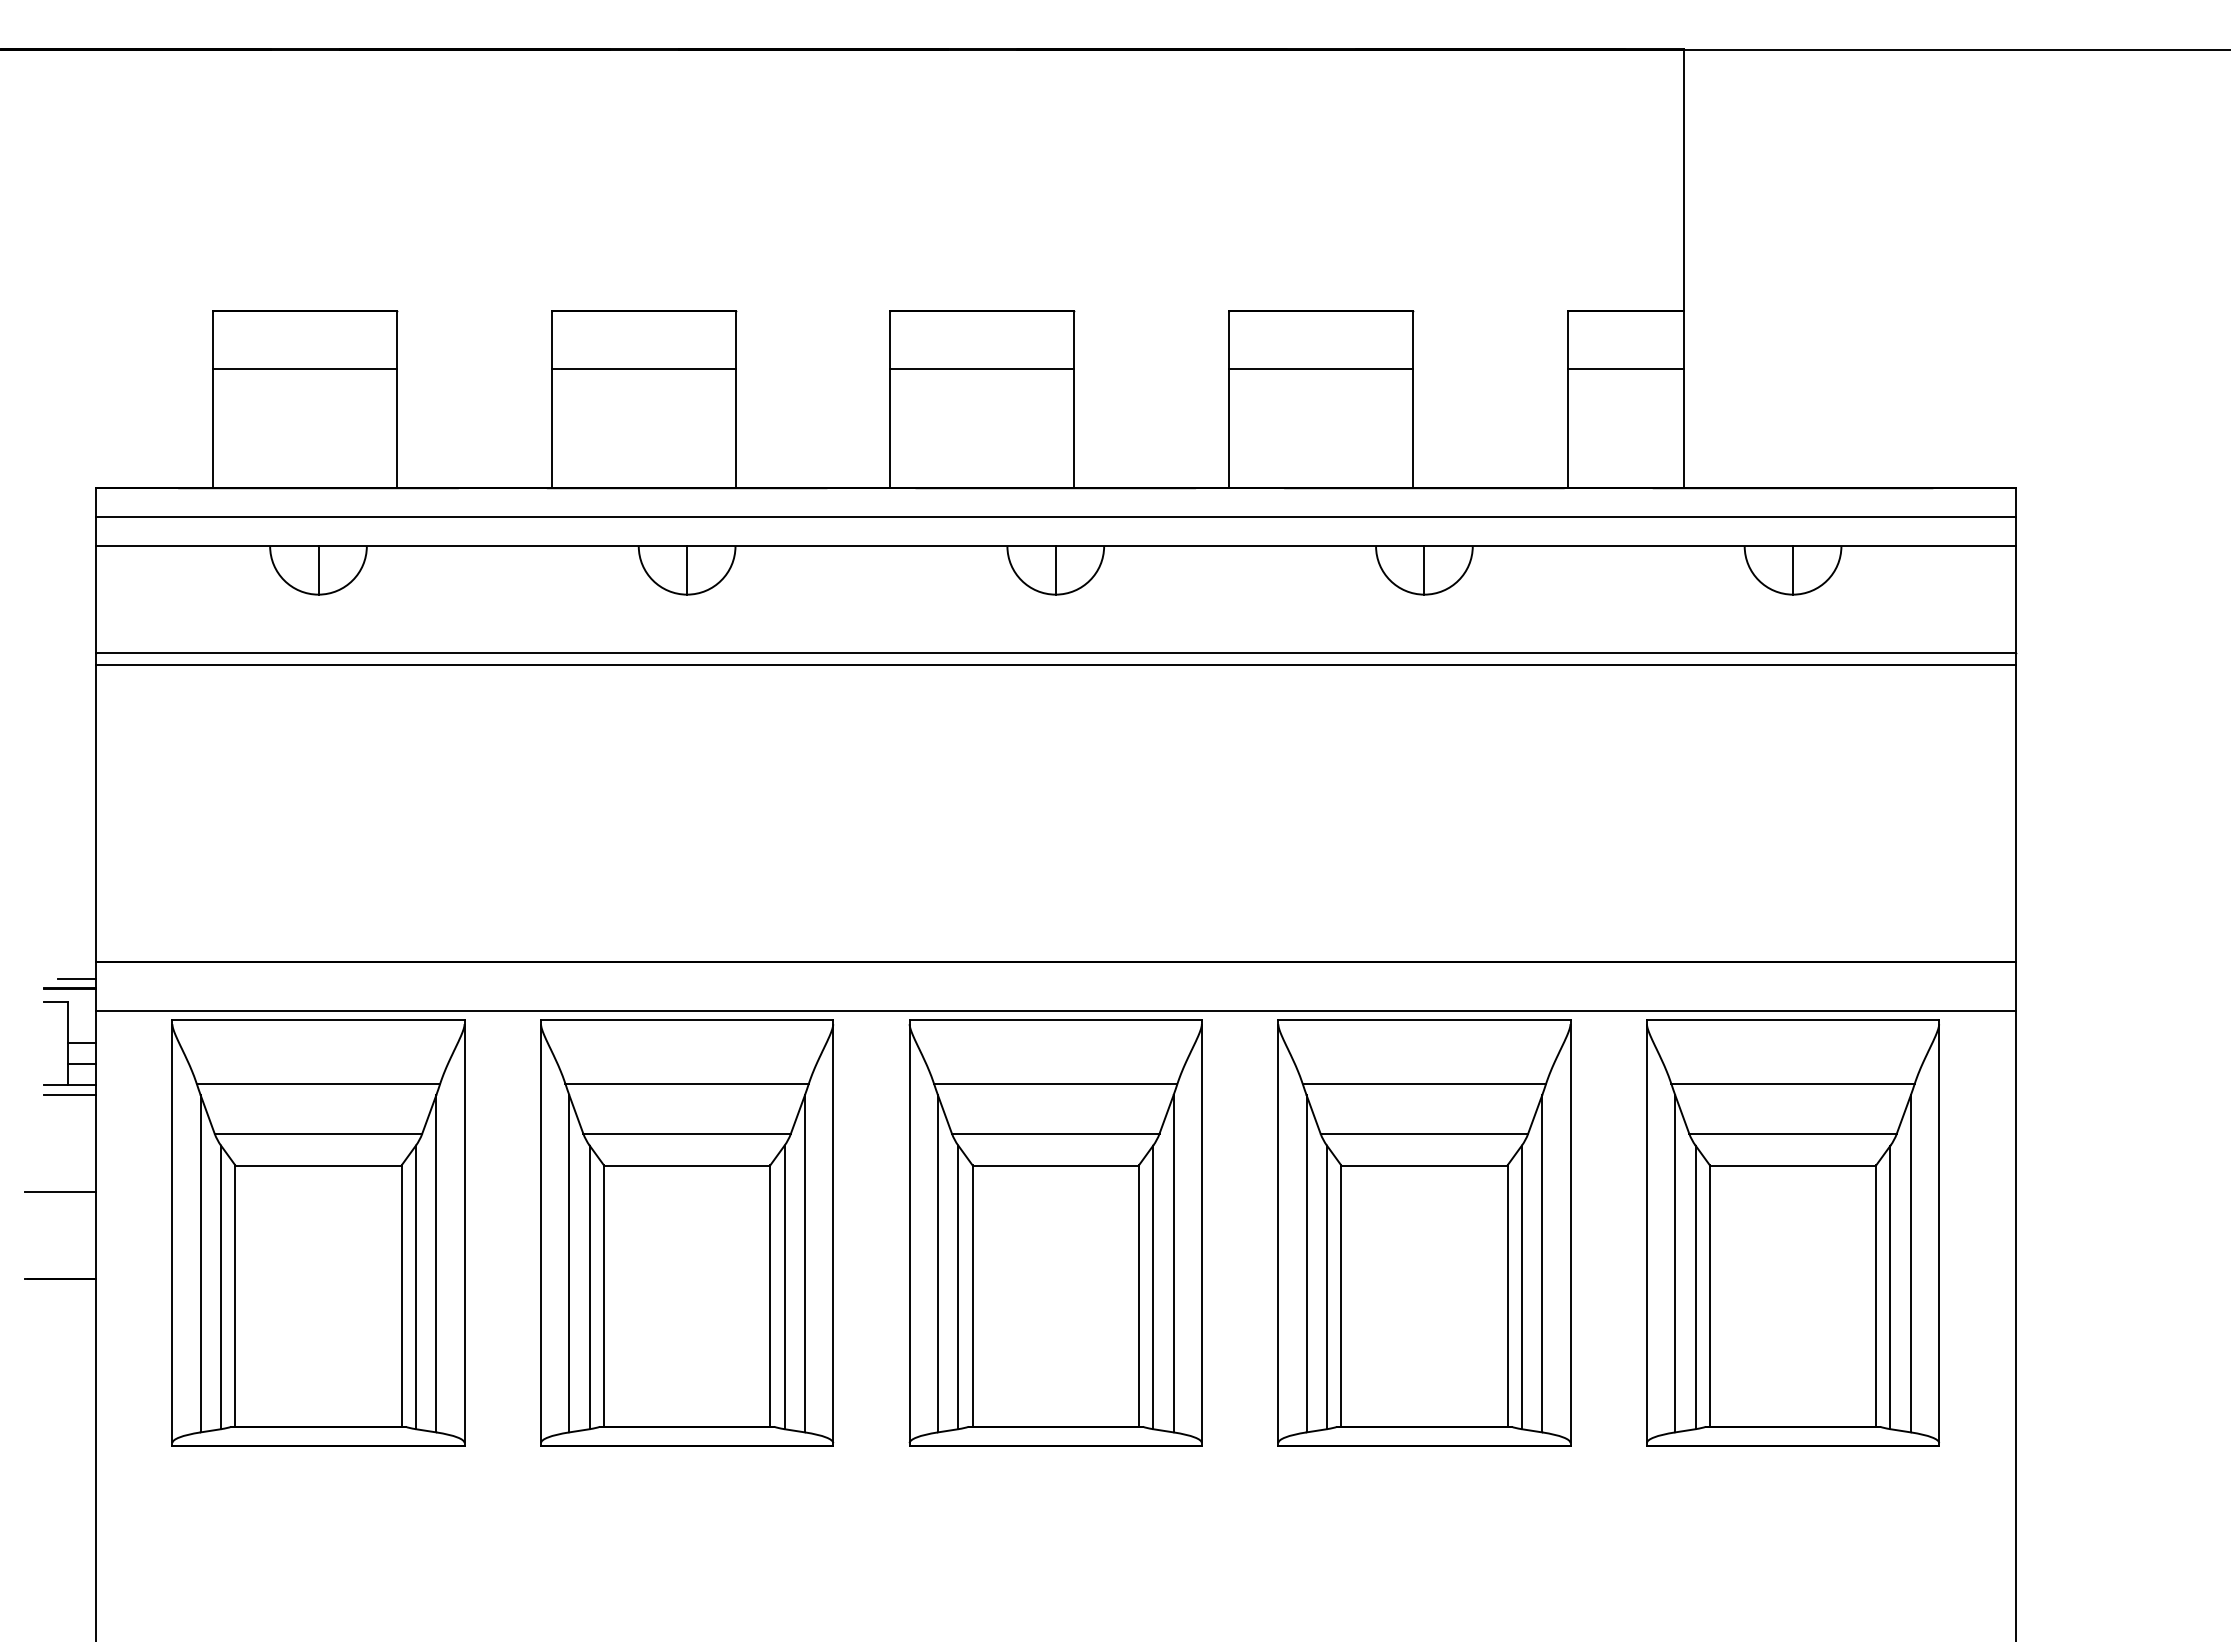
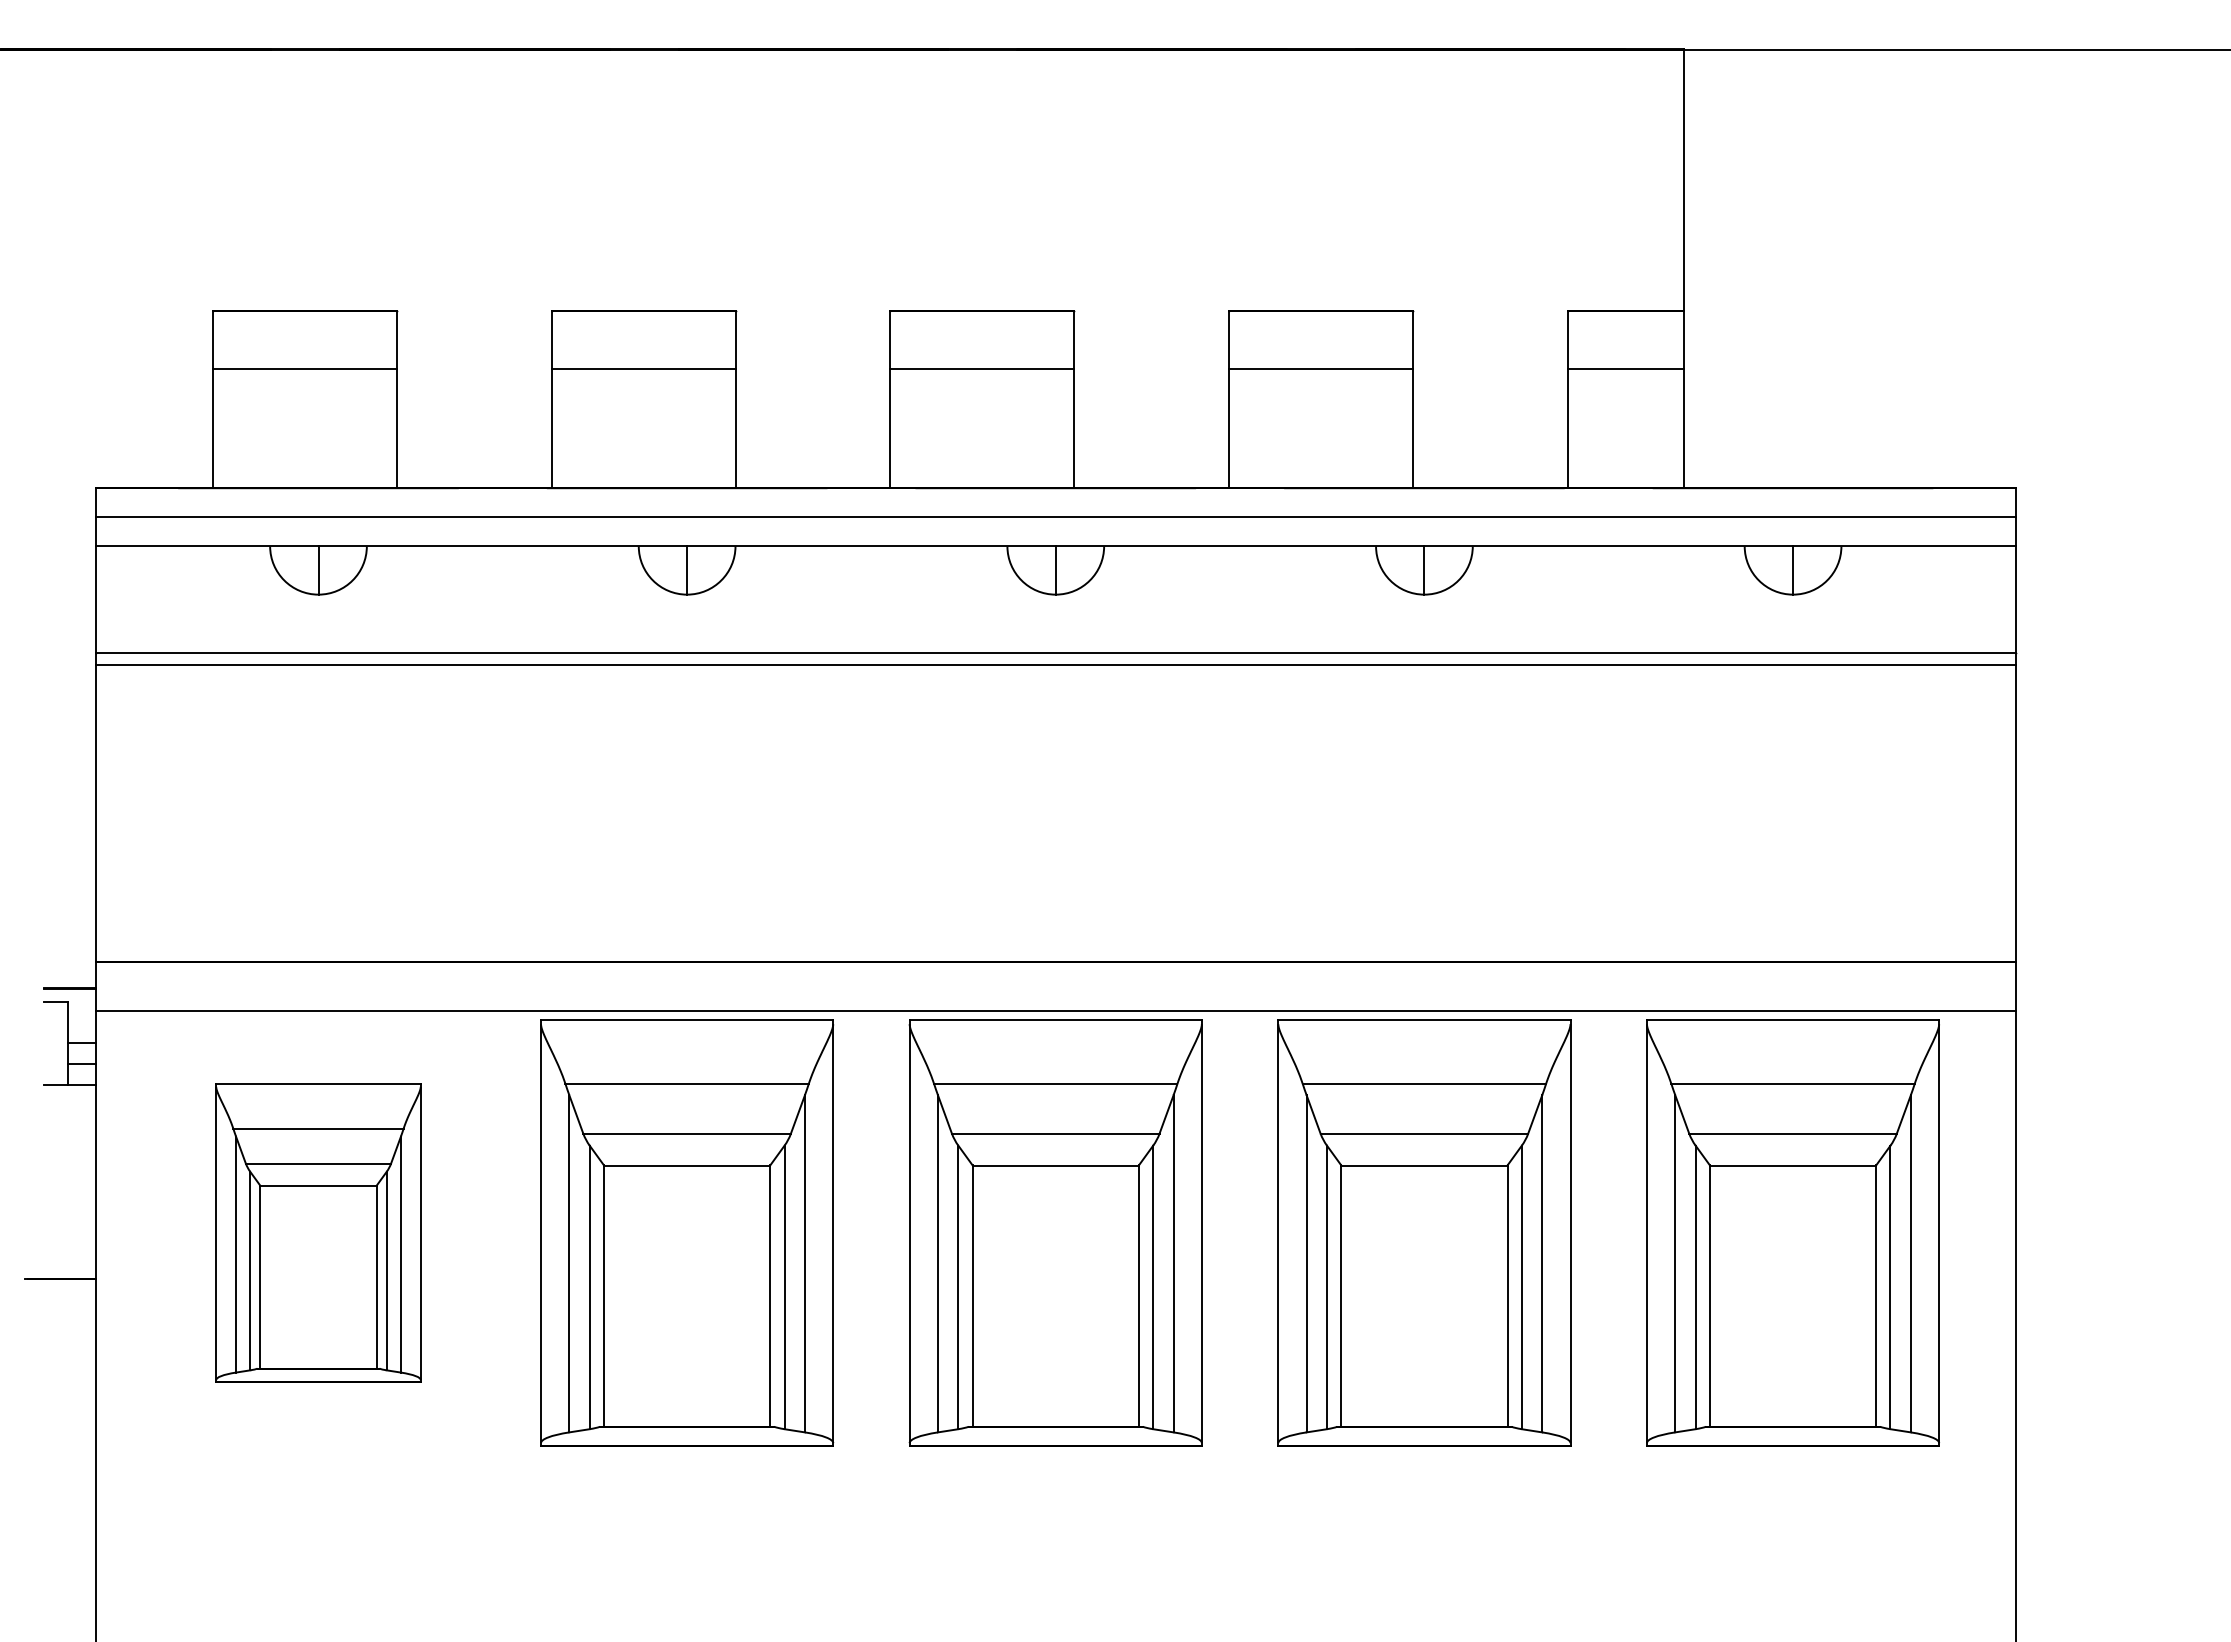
line at (76, 978): present -> none
line at (69, 1095): present -> none
line at (59, 1191): present -> none
part at (318, 1232) size: 295x428 px -> 207x300 px
